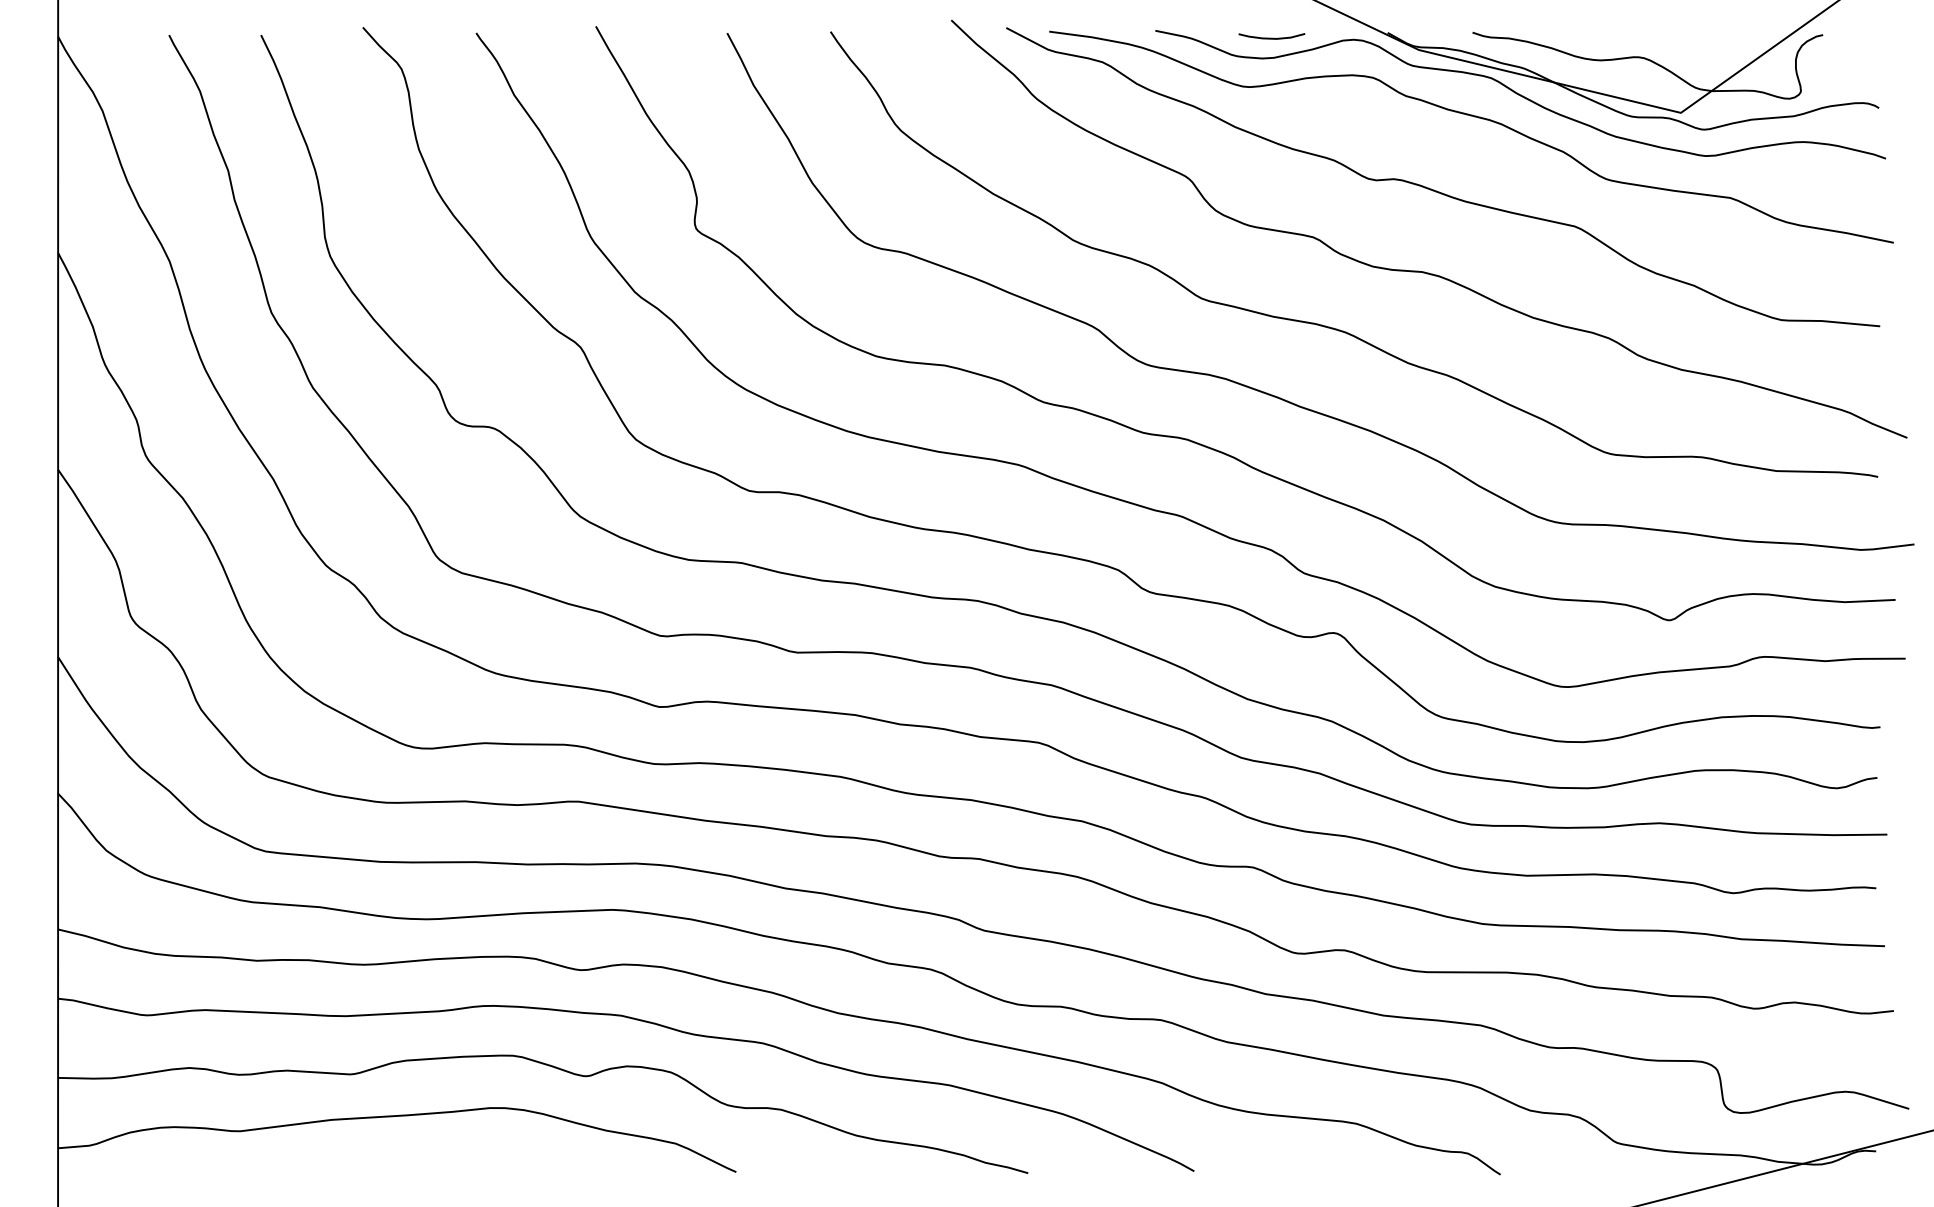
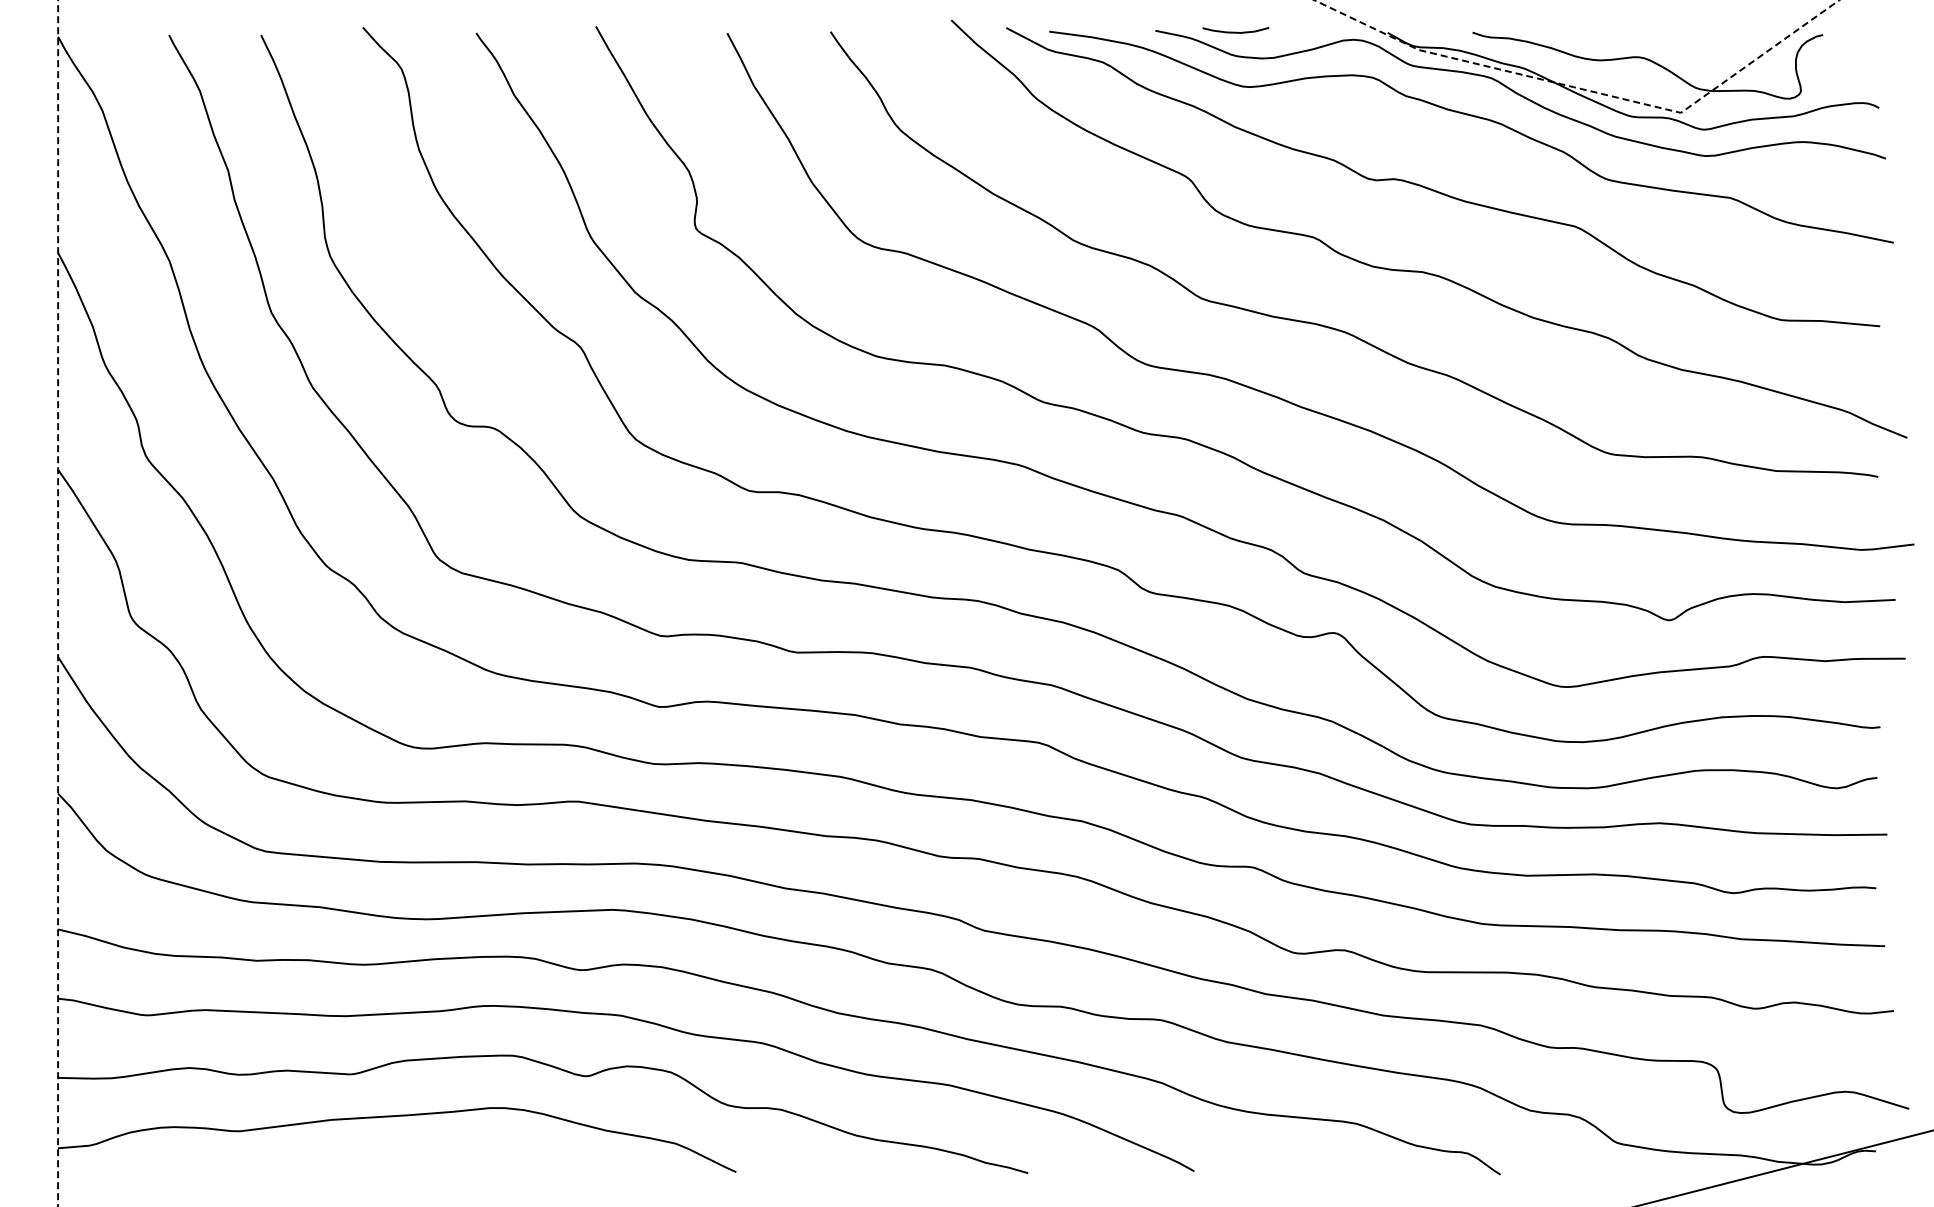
curve at (1271, 37) position: (1271, 37) -> (1235, 31)
line at (1587, 90): solid -> dashed
line at (58, 603): solid -> dashed
